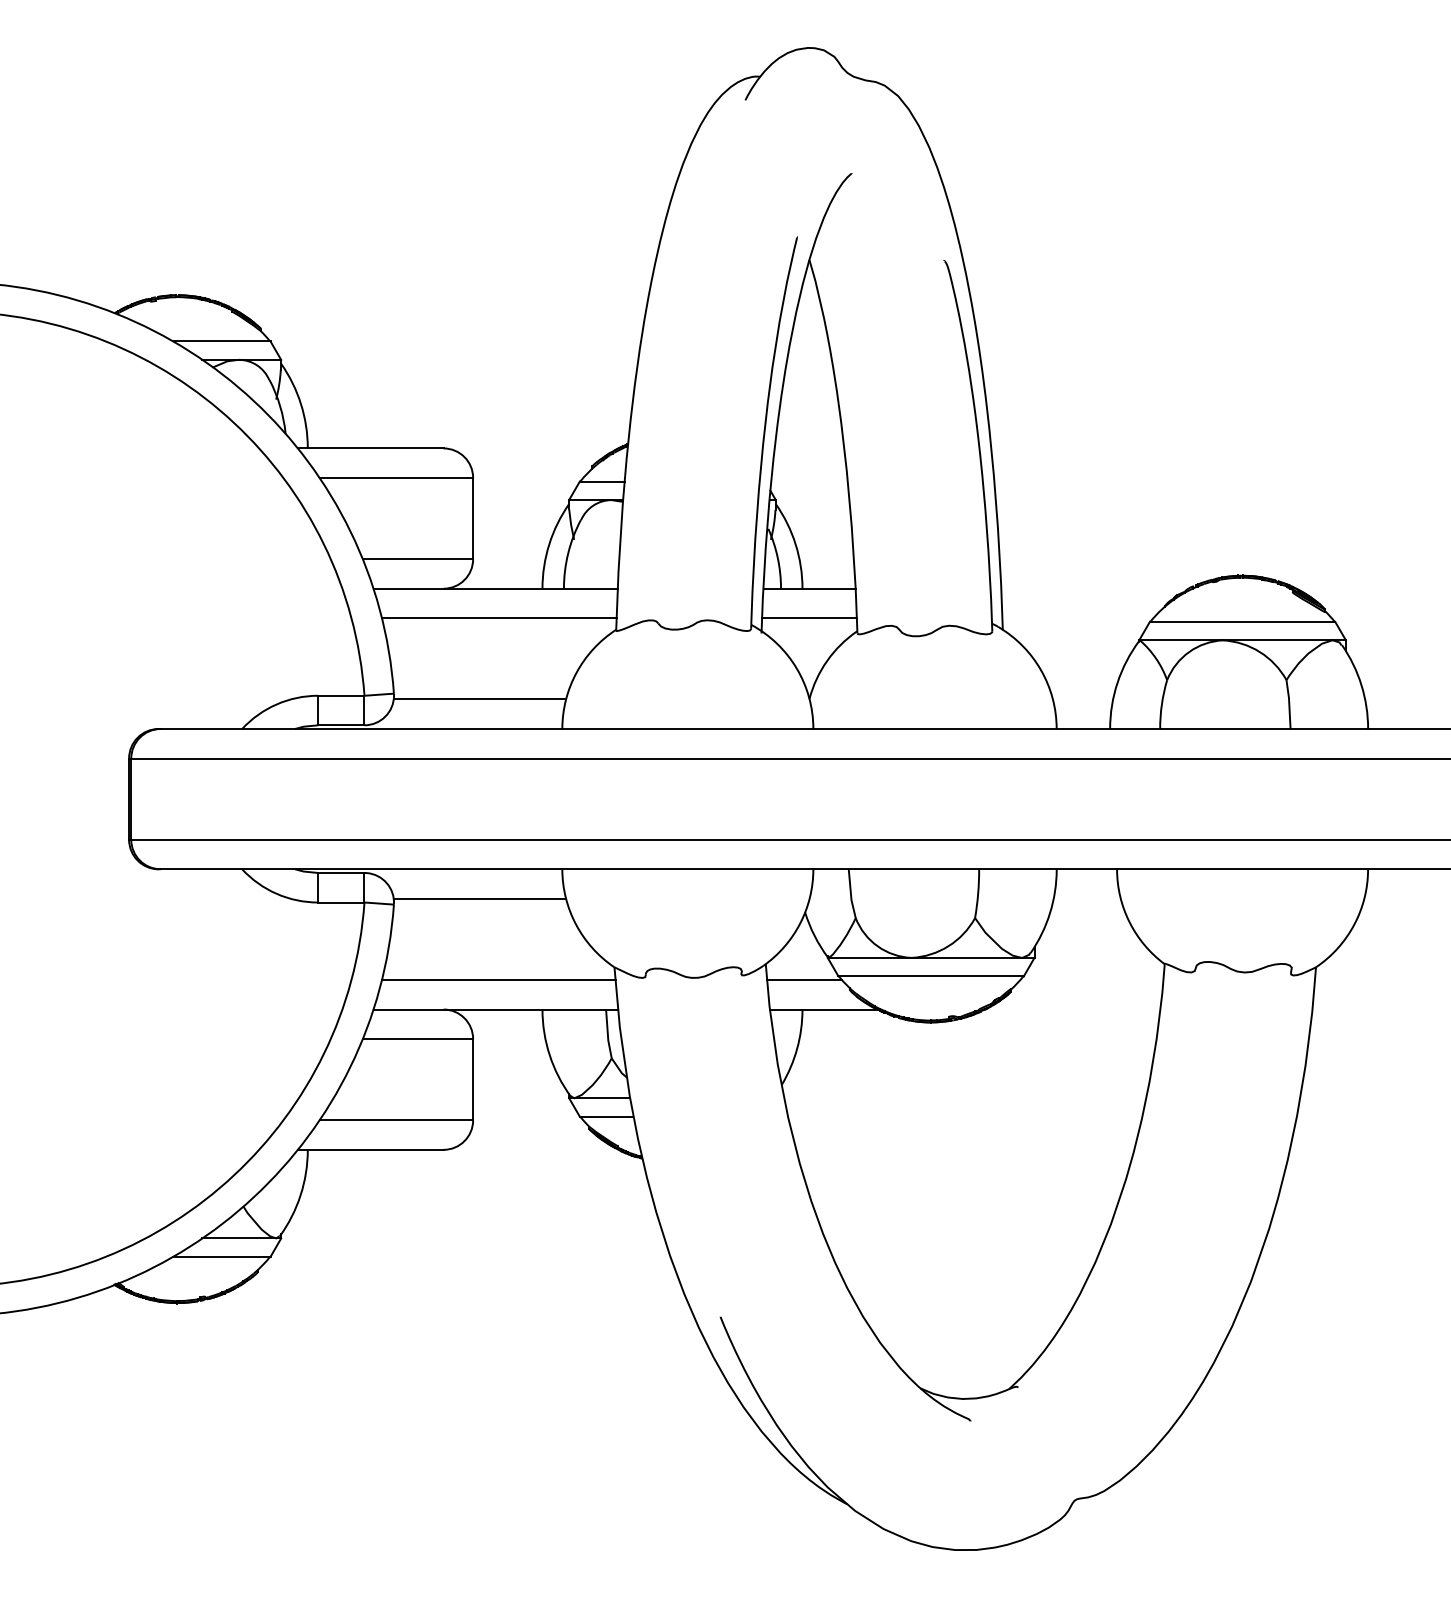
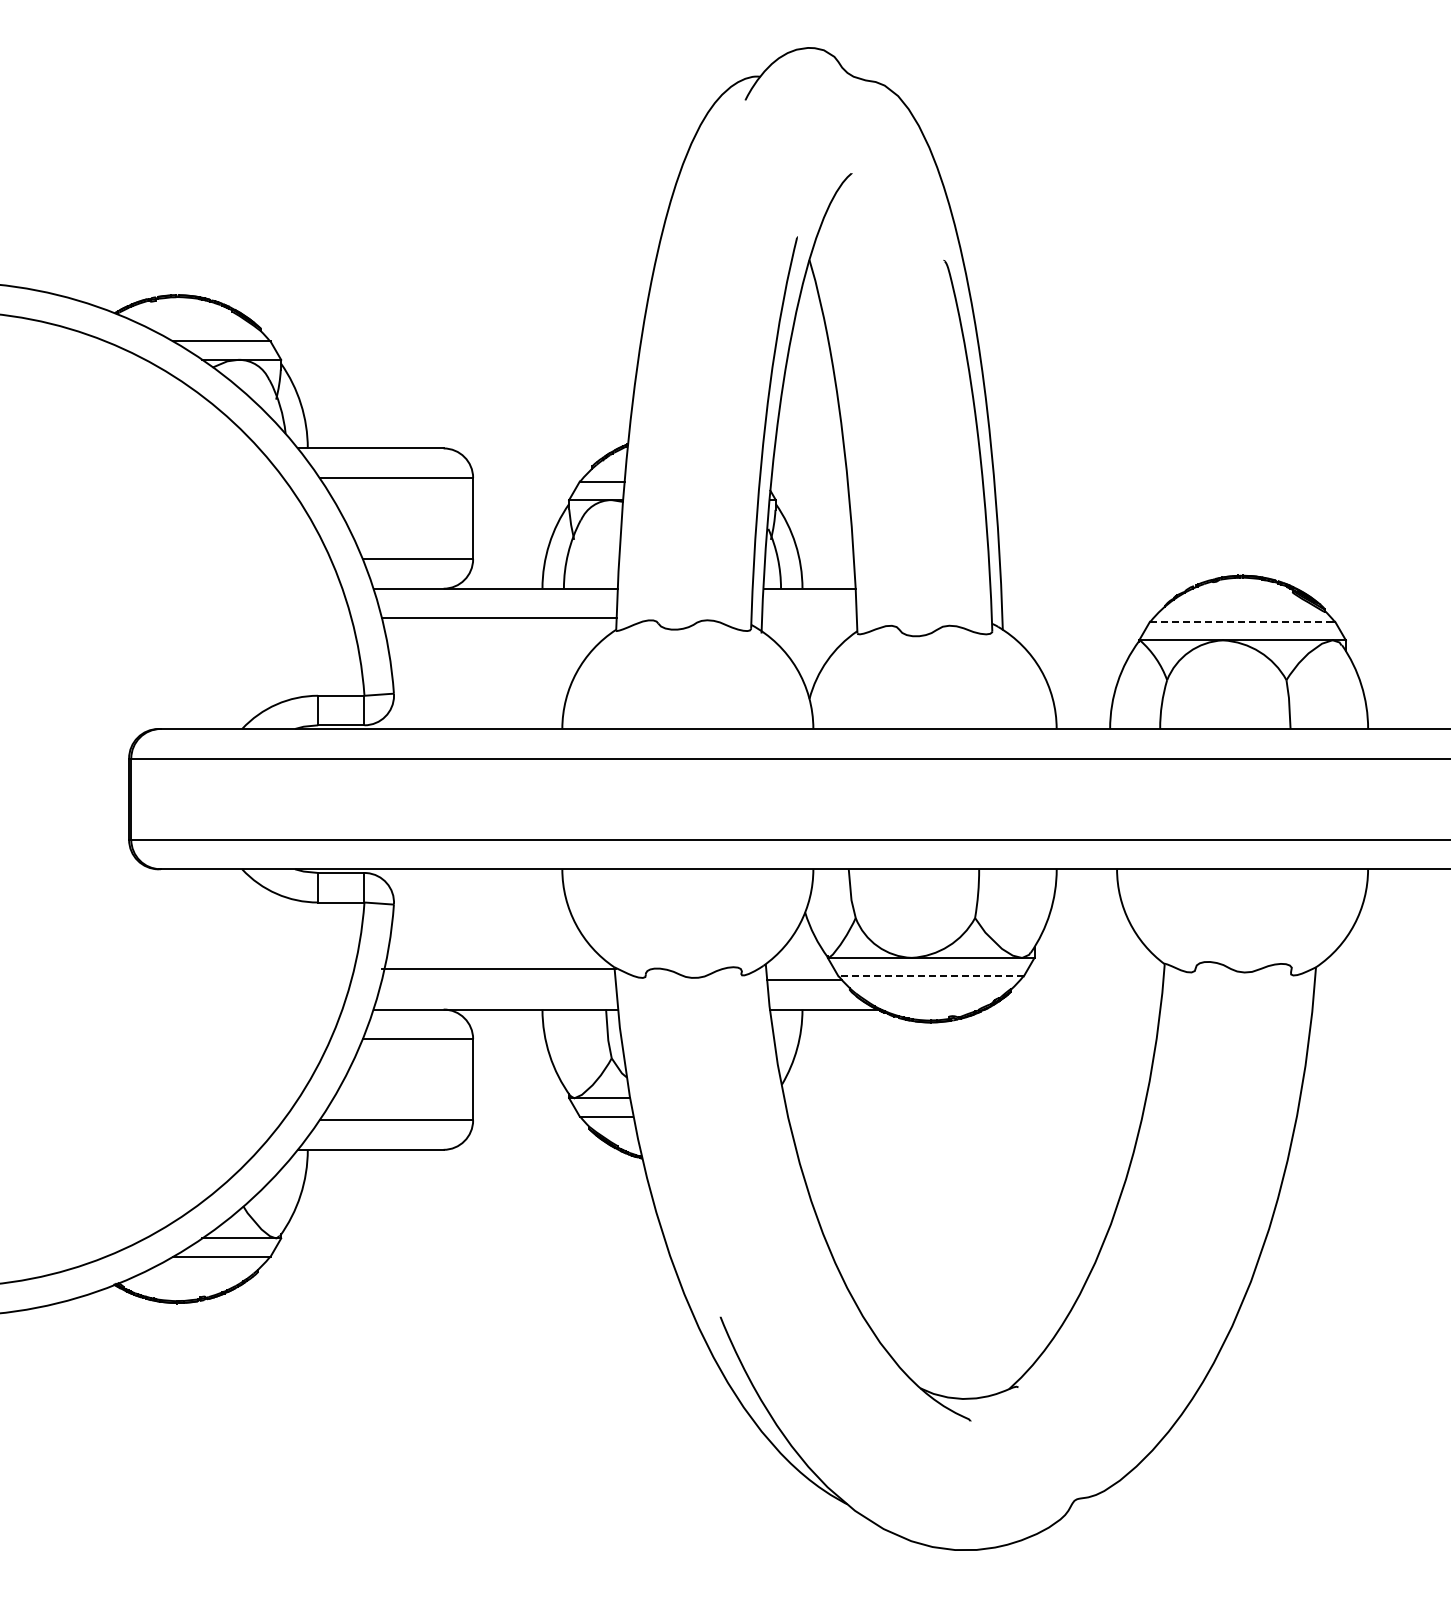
line at (809, 618): present -> none
line at (1241, 621): solid -> dashed
line at (479, 699): present -> none
line at (479, 898): present -> none
line at (931, 976): solid -> dashed
line at (498, 980) position: (498, 980) -> (498, 969)
